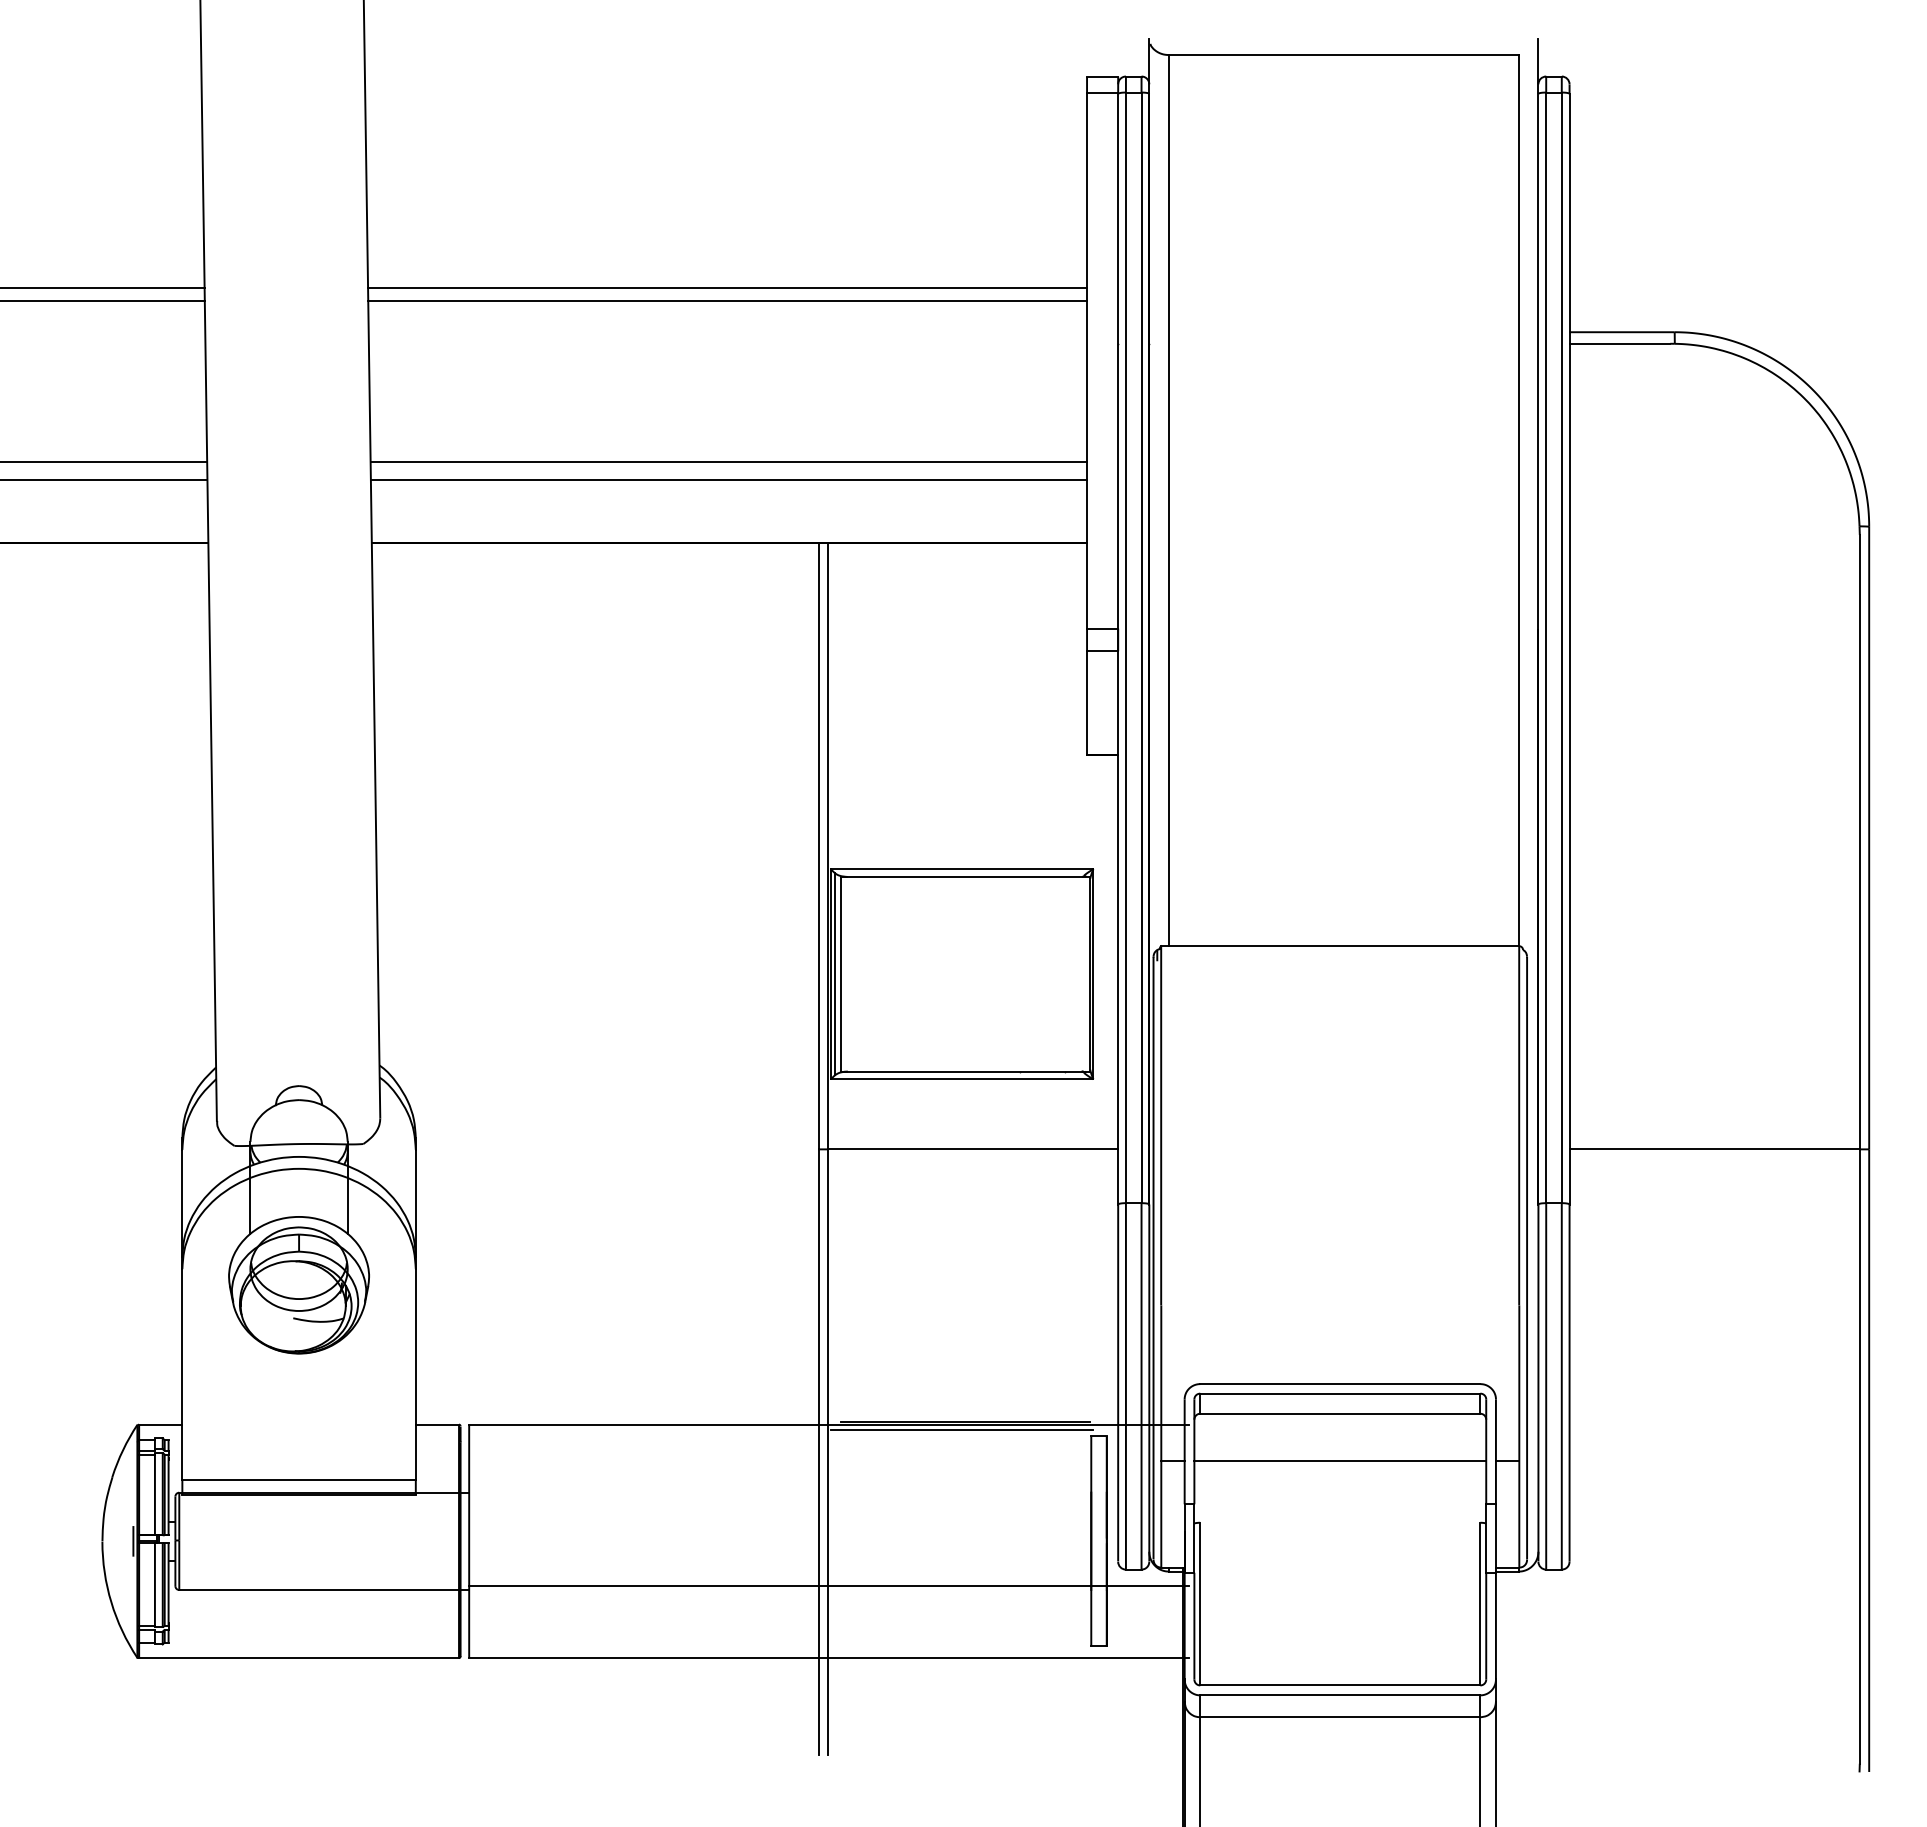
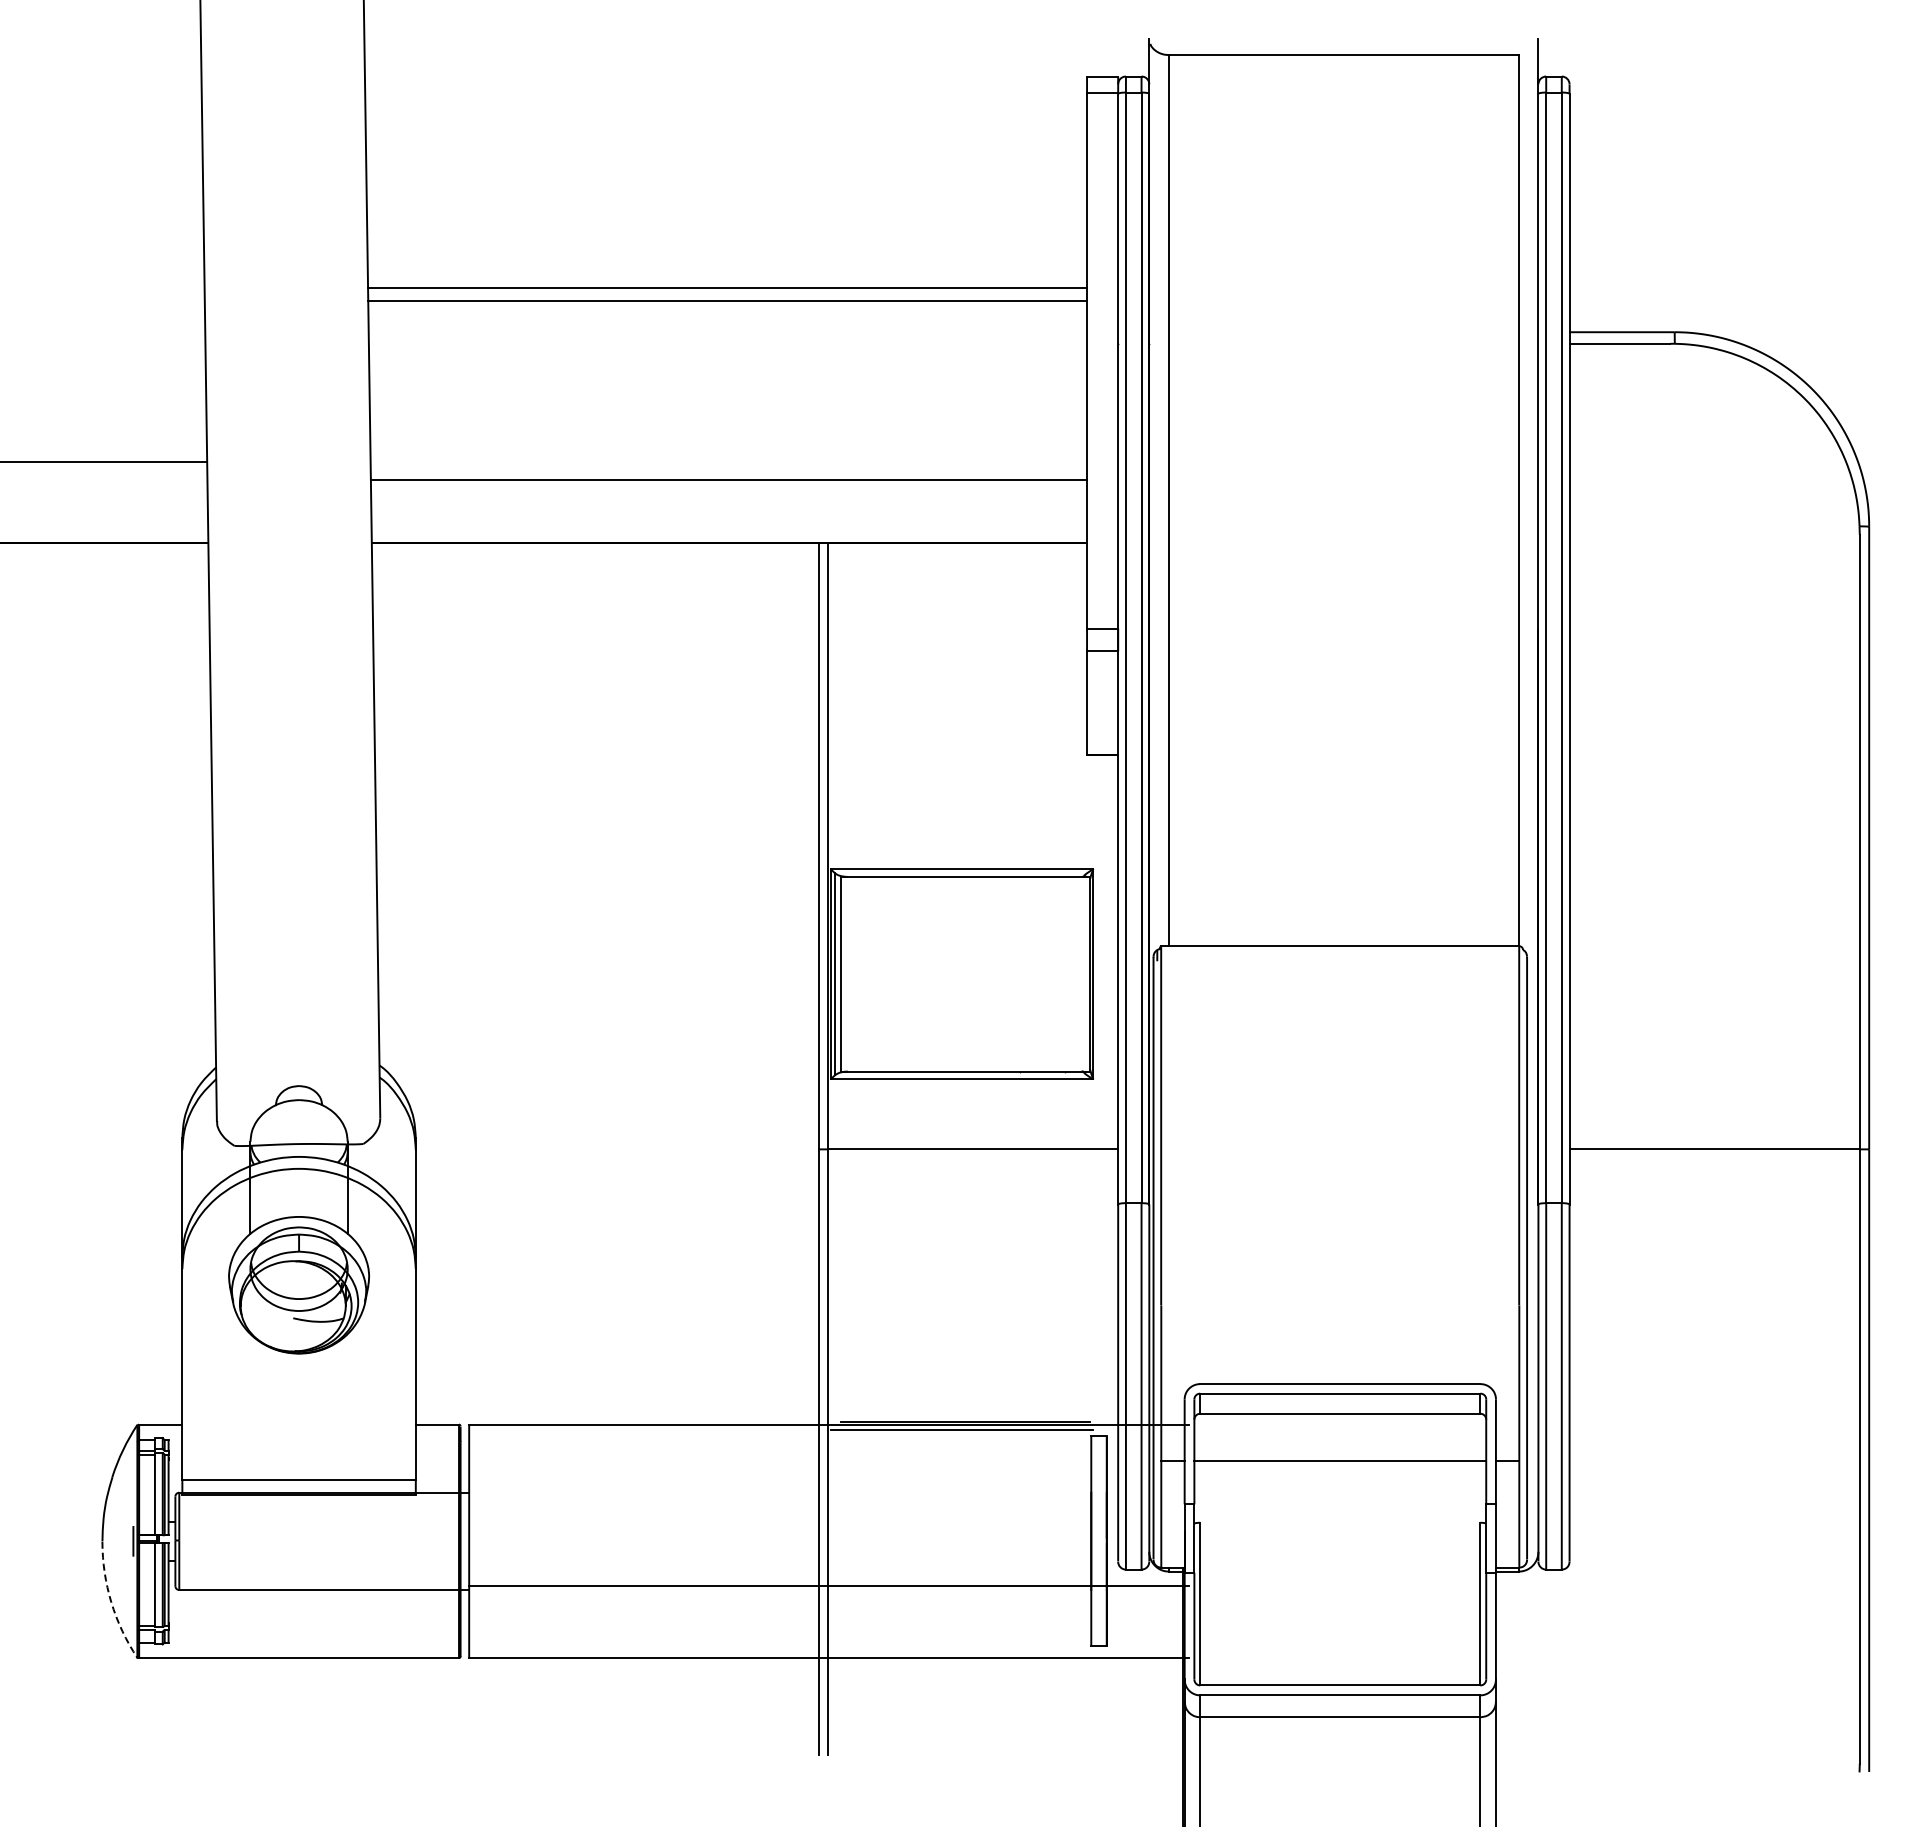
line at (103, 288): present -> none
line at (103, 300): present -> none
line at (728, 461): present -> none
line at (104, 479): present -> none
arc at (111, 1602): solid -> dashed
